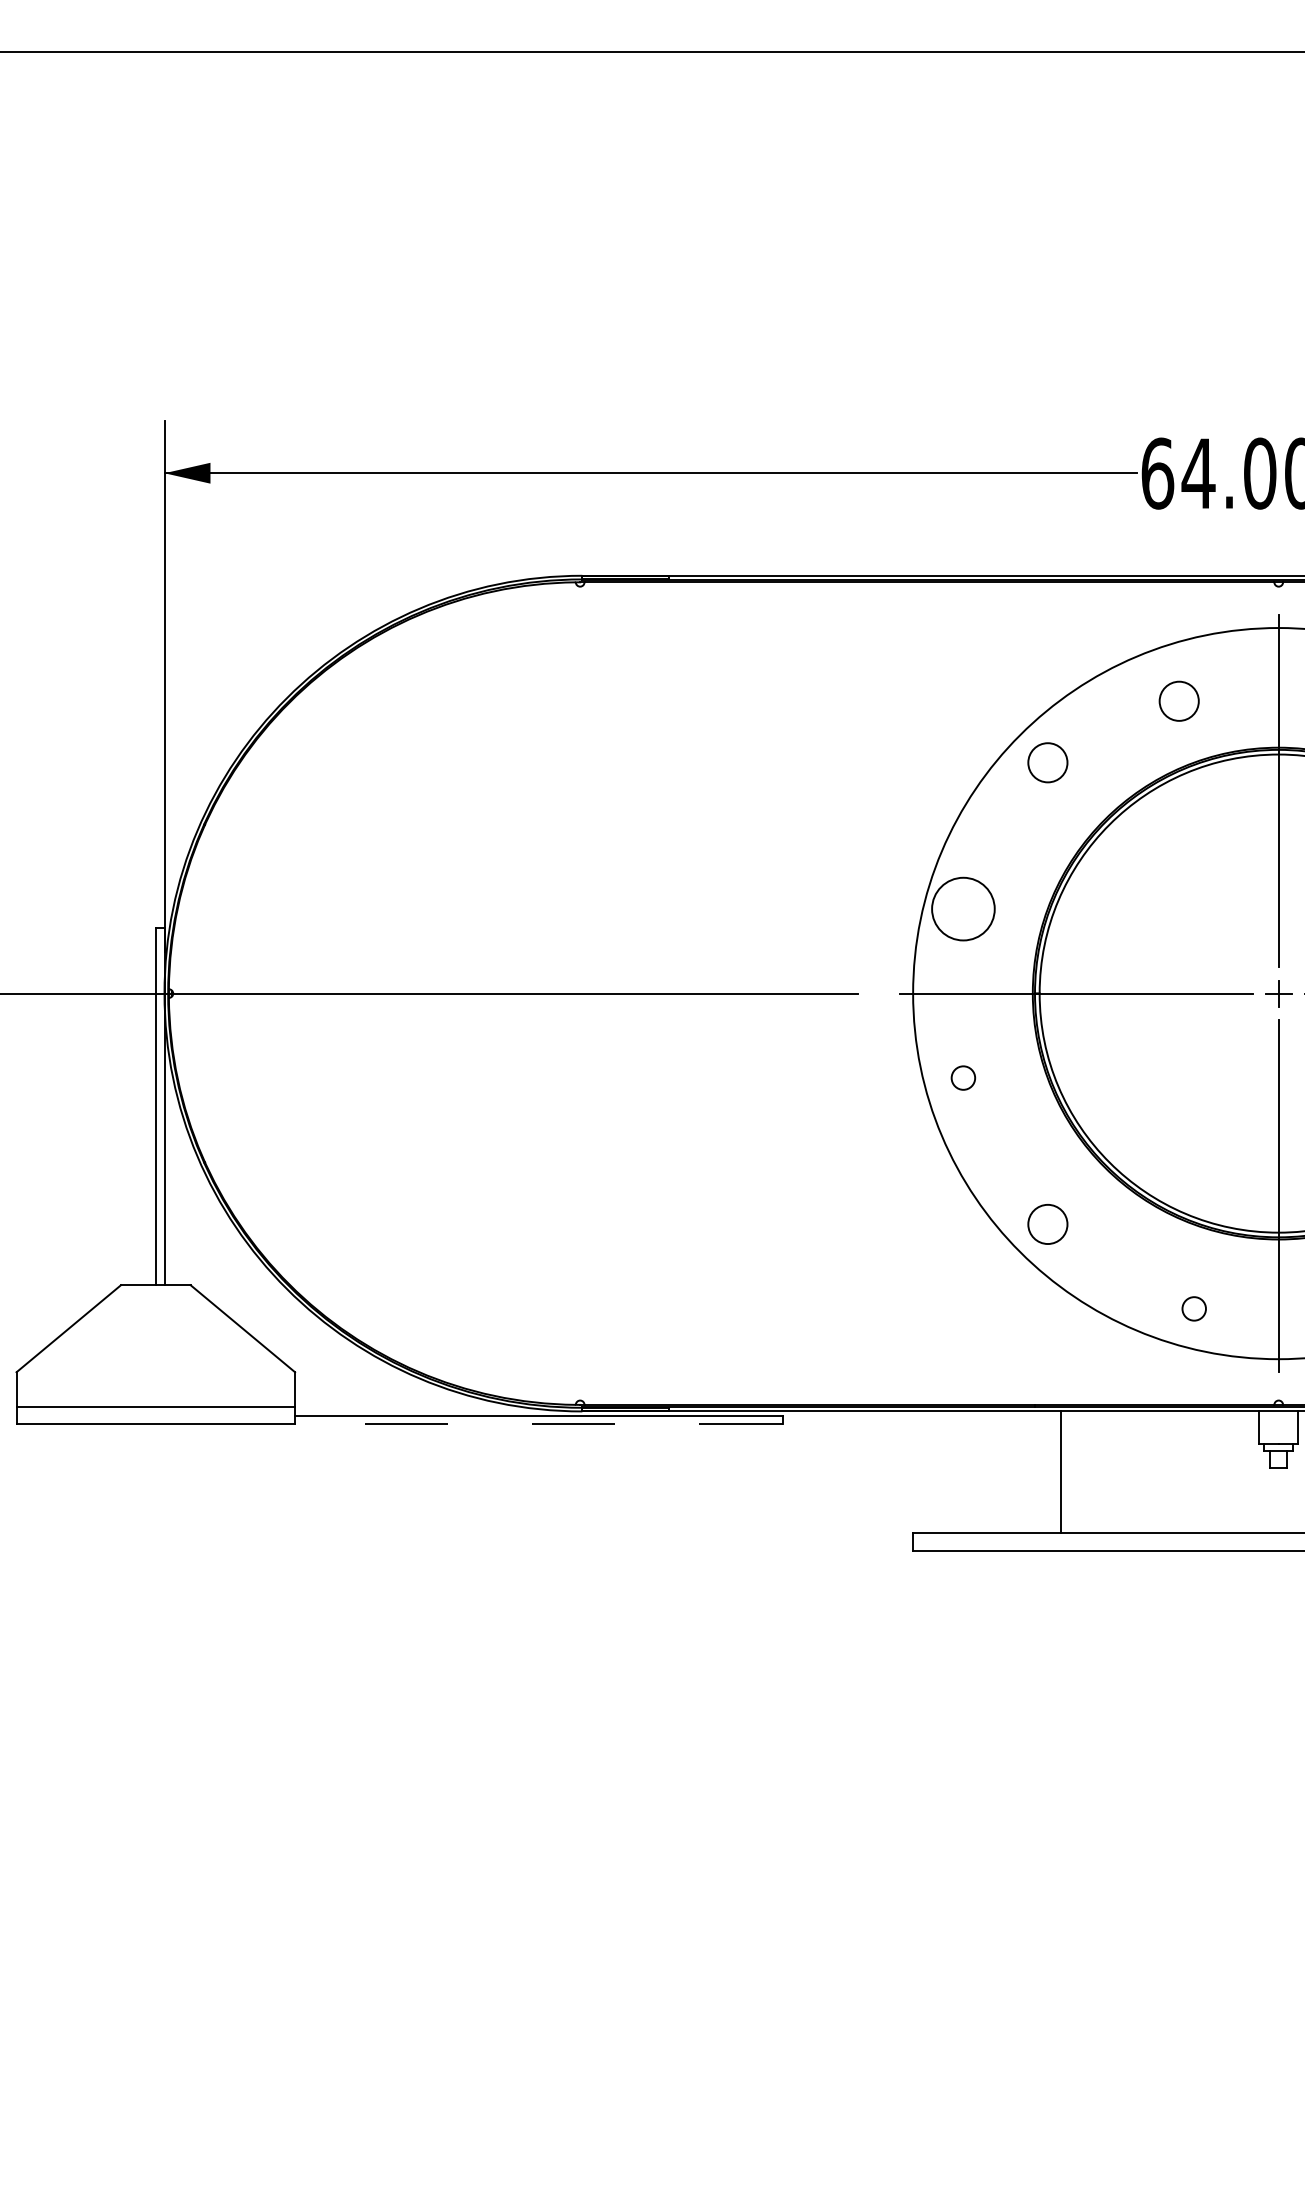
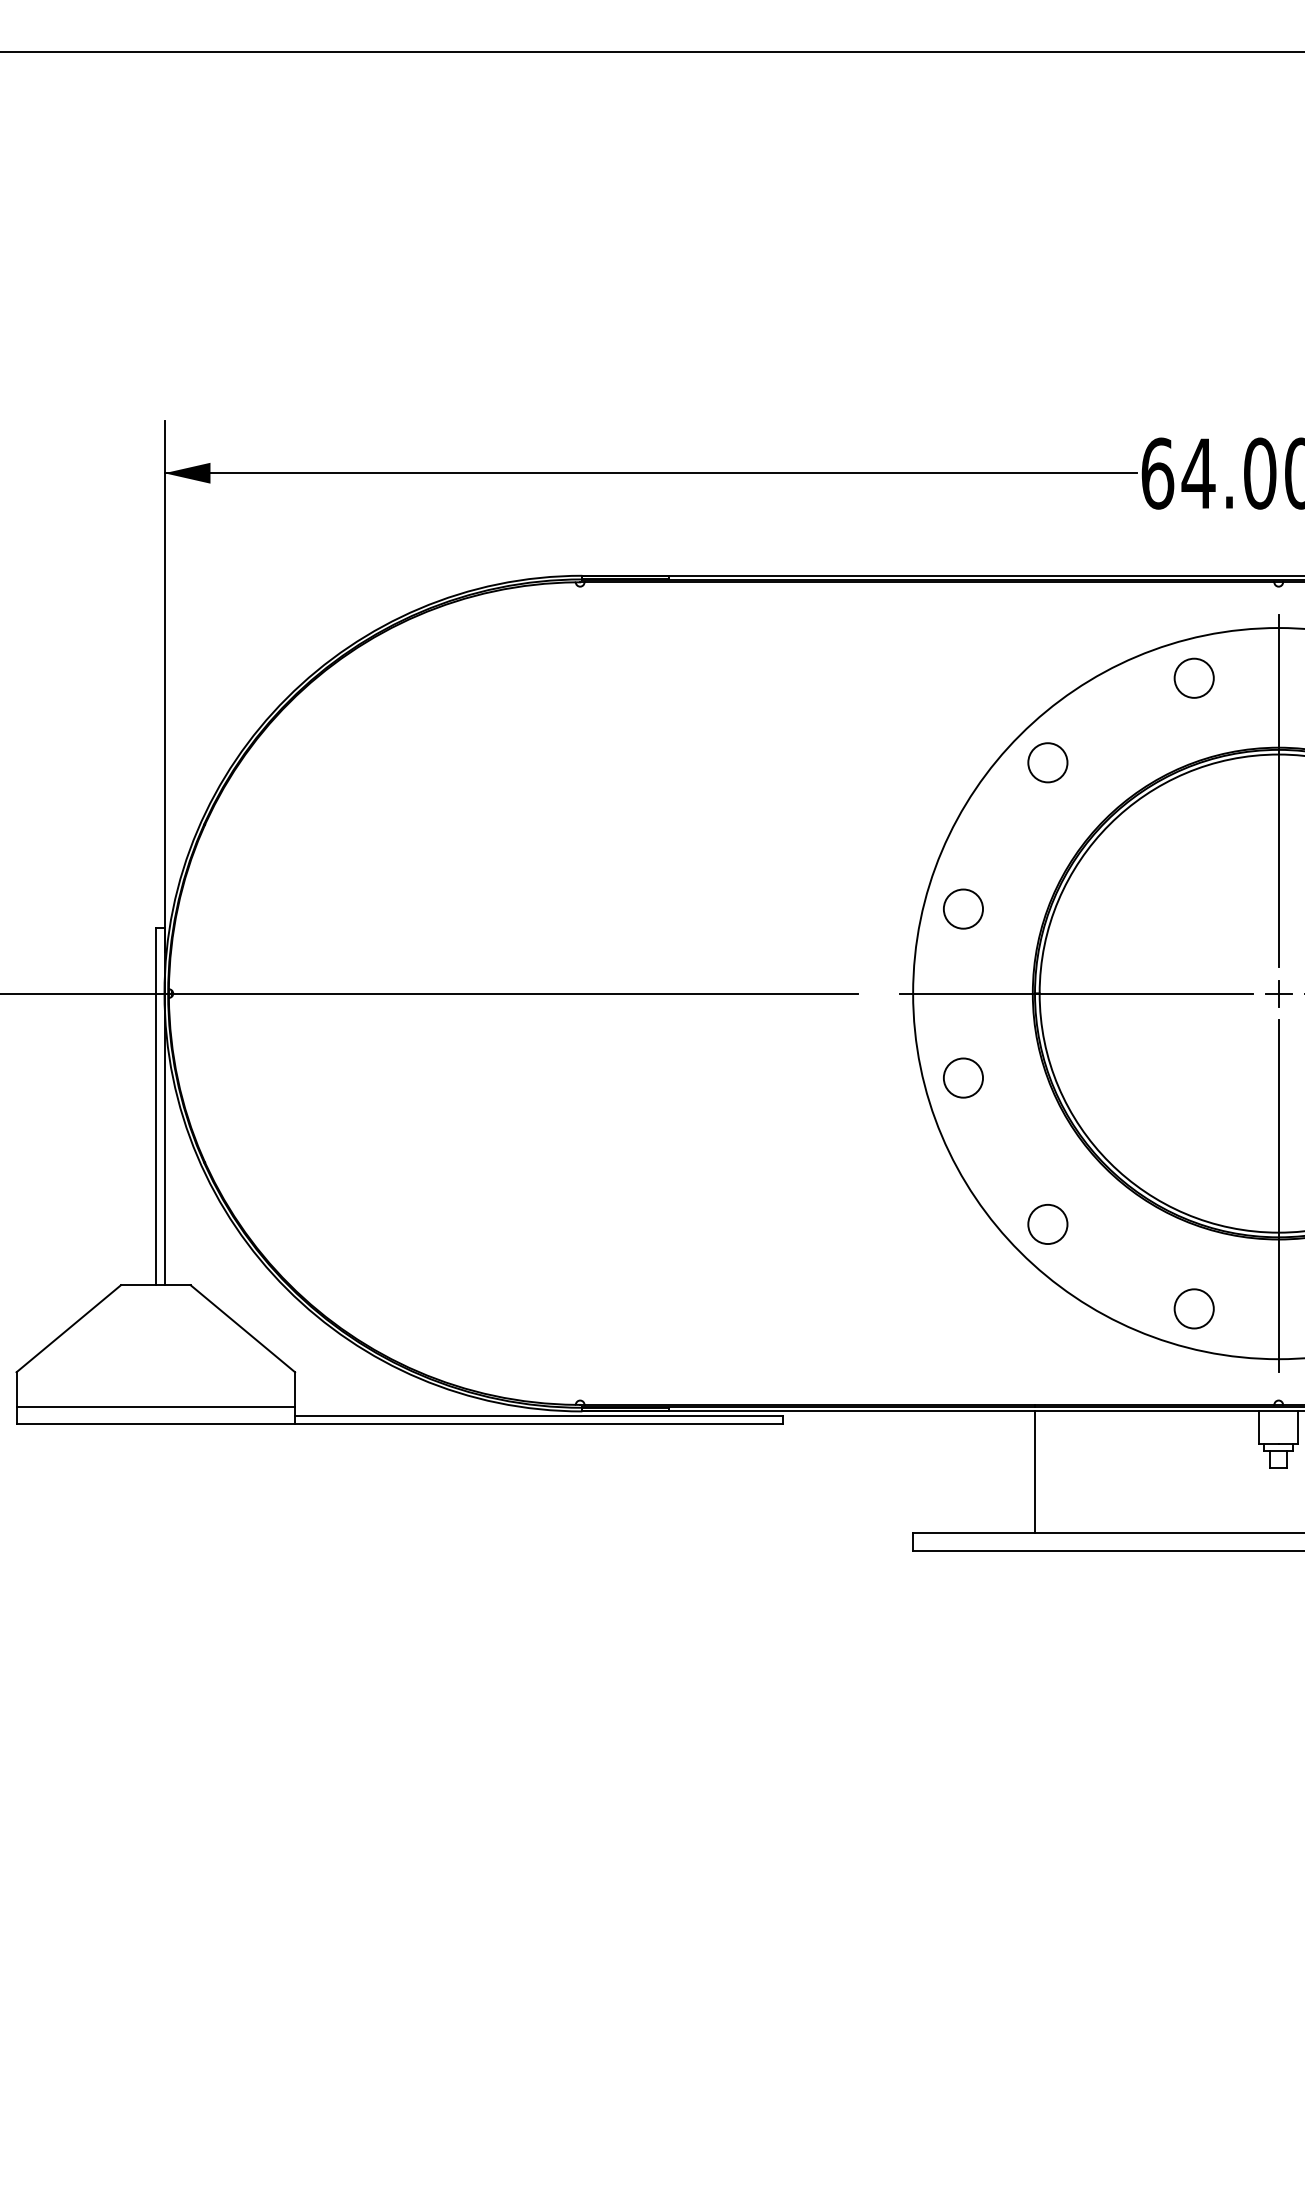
circle at (1178, 700) position: (1178, 700) -> (1193, 677)
circle at (963, 908) diameter: 63 px -> 39 px
circle at (963, 1077) diameter: 24 px -> 39 px
circle at (1193, 1308) diameter: 24 px -> 39 px
line at (538, 1424): dashed -> solid
line at (1060, 1472) position: (1060, 1472) -> (1034, 1472)
